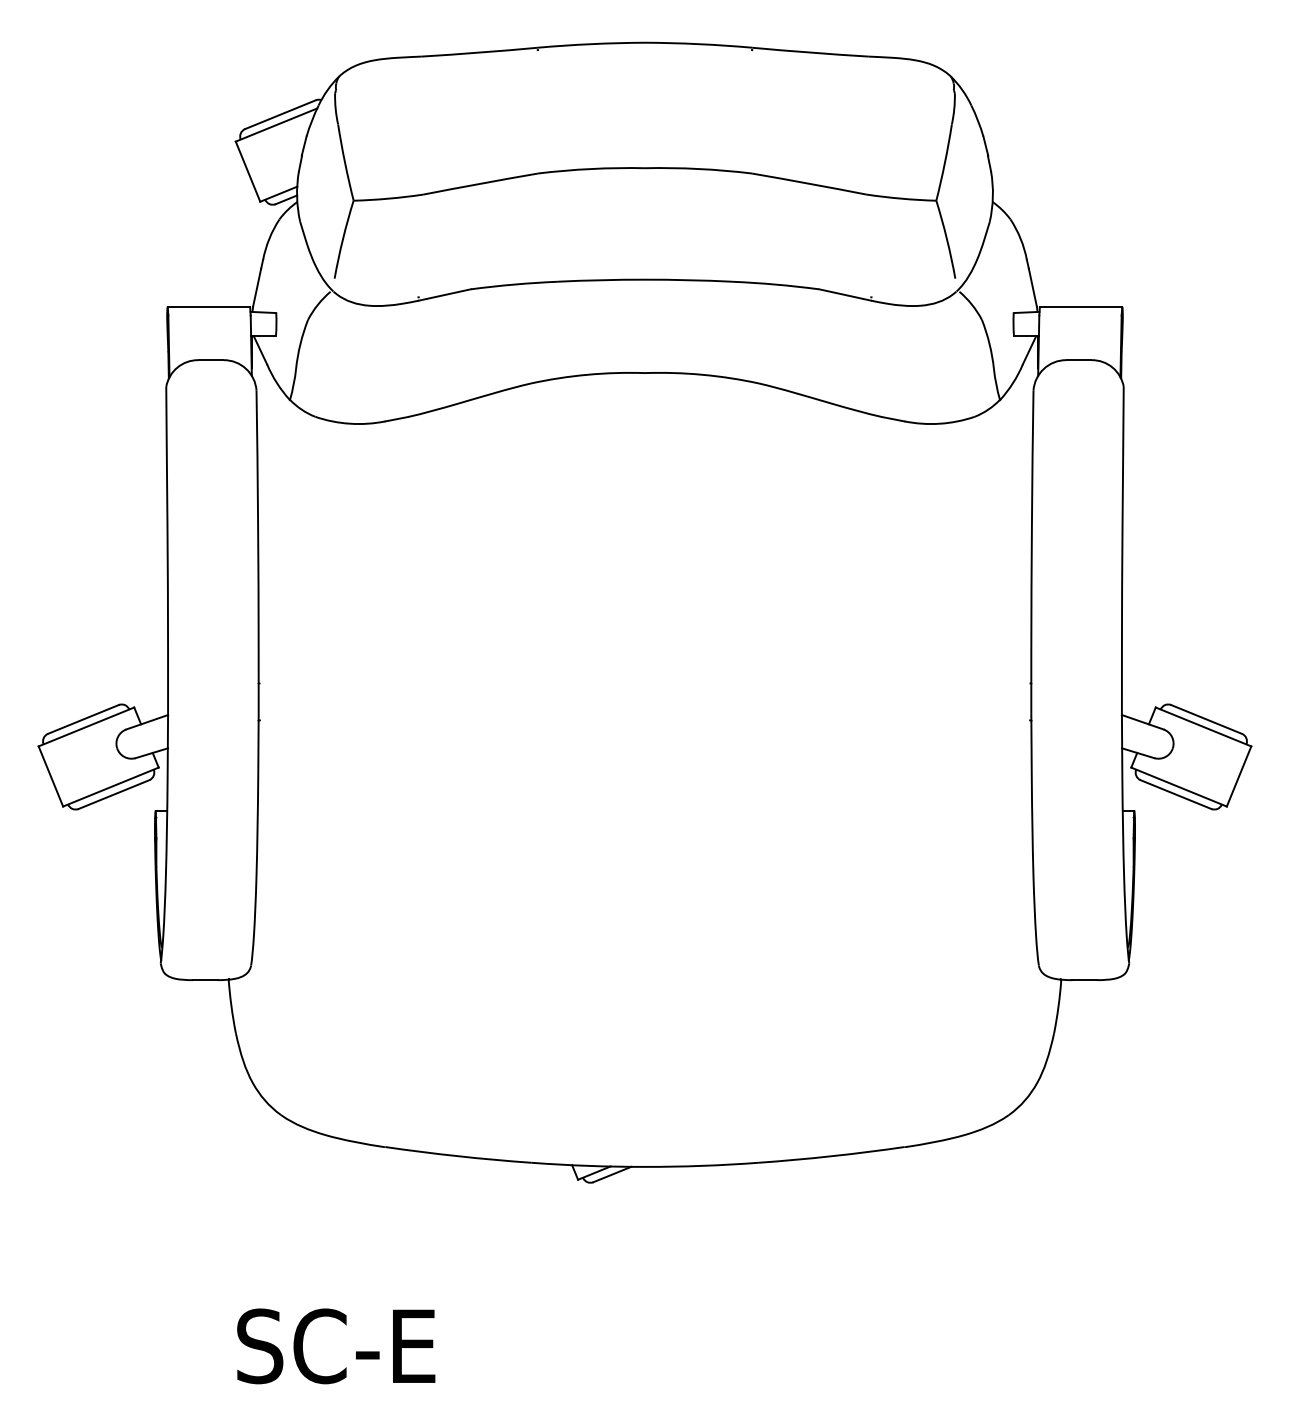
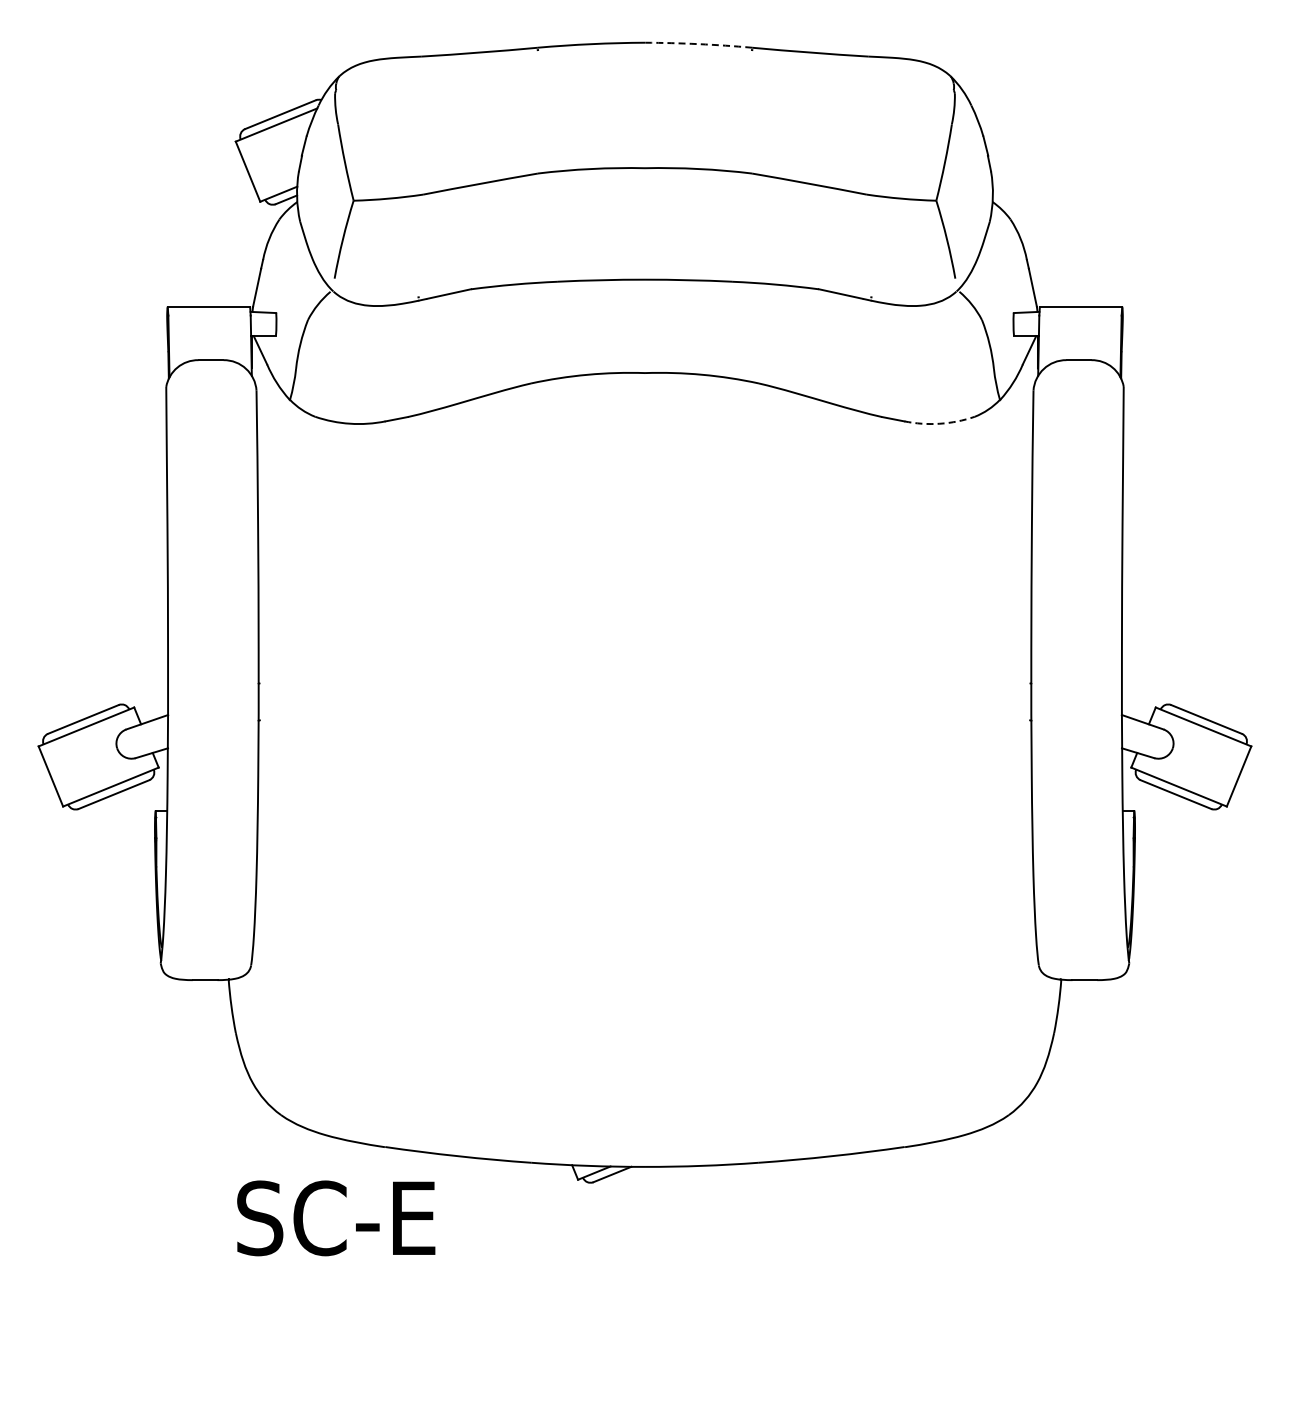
arc at (698, 44): solid -> dashed
arc at (939, 423): solid -> dashed
text at (336, 1346) position: (336, 1346) -> (336, 1218)
